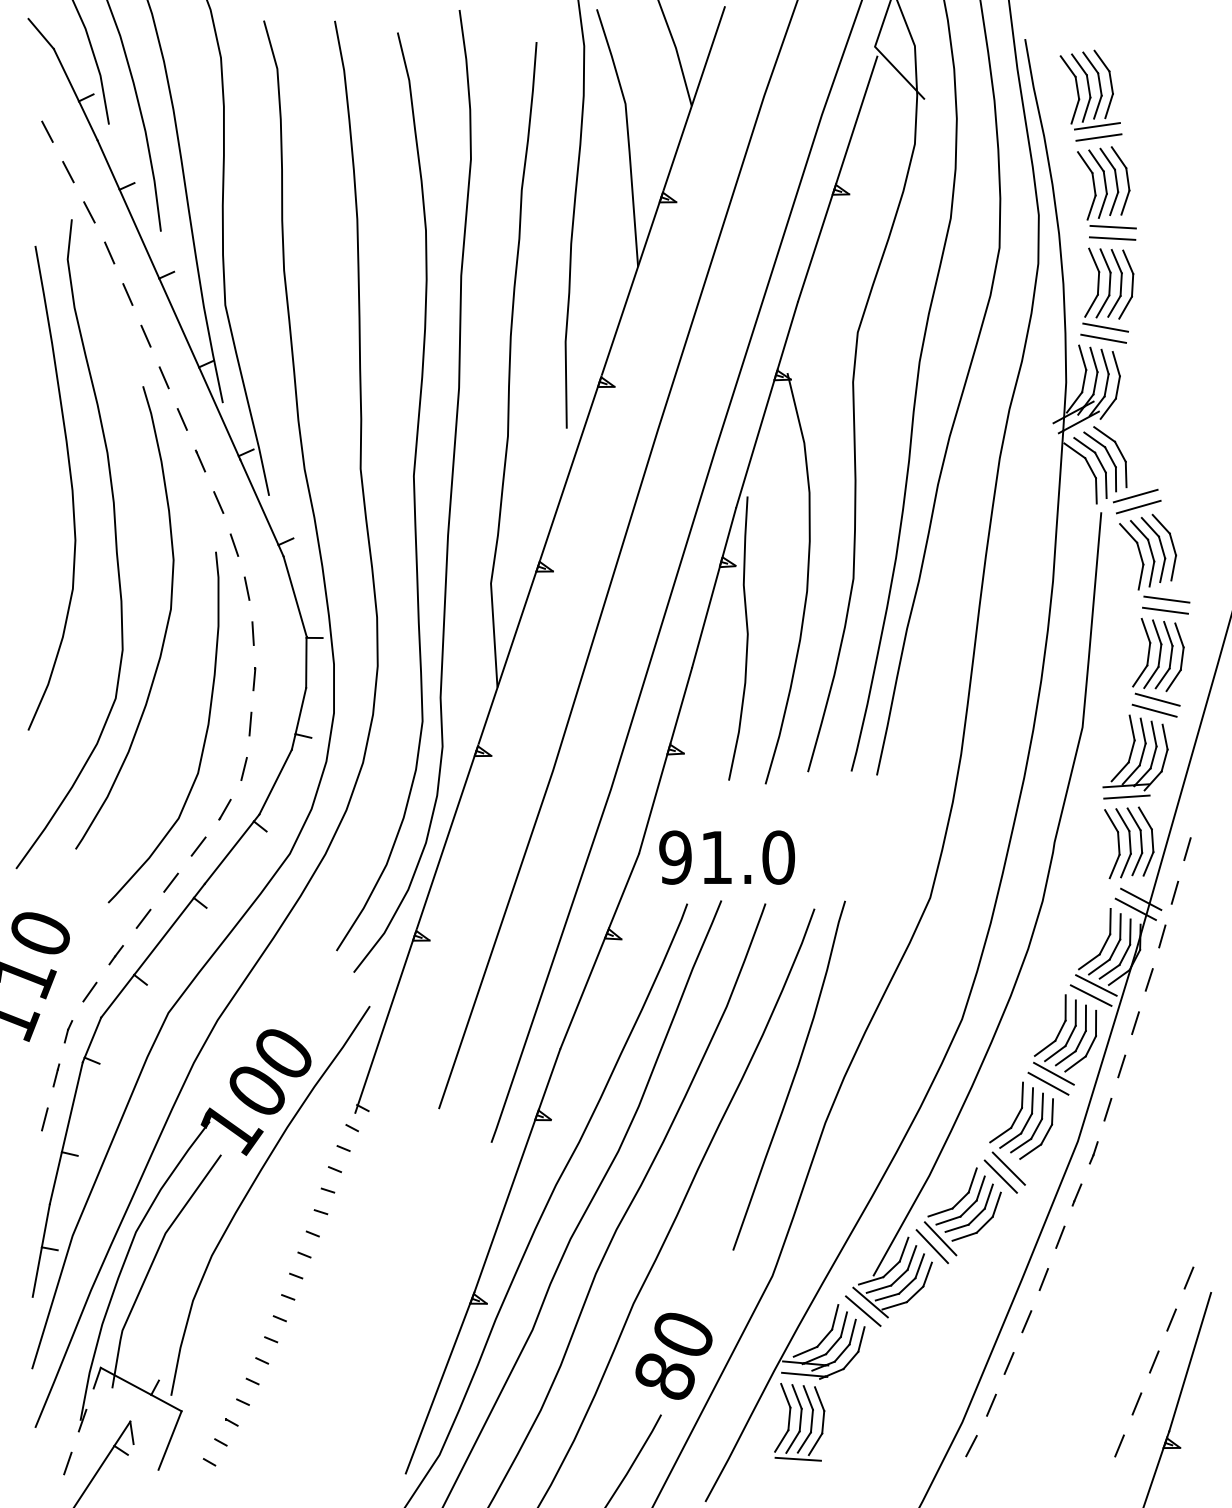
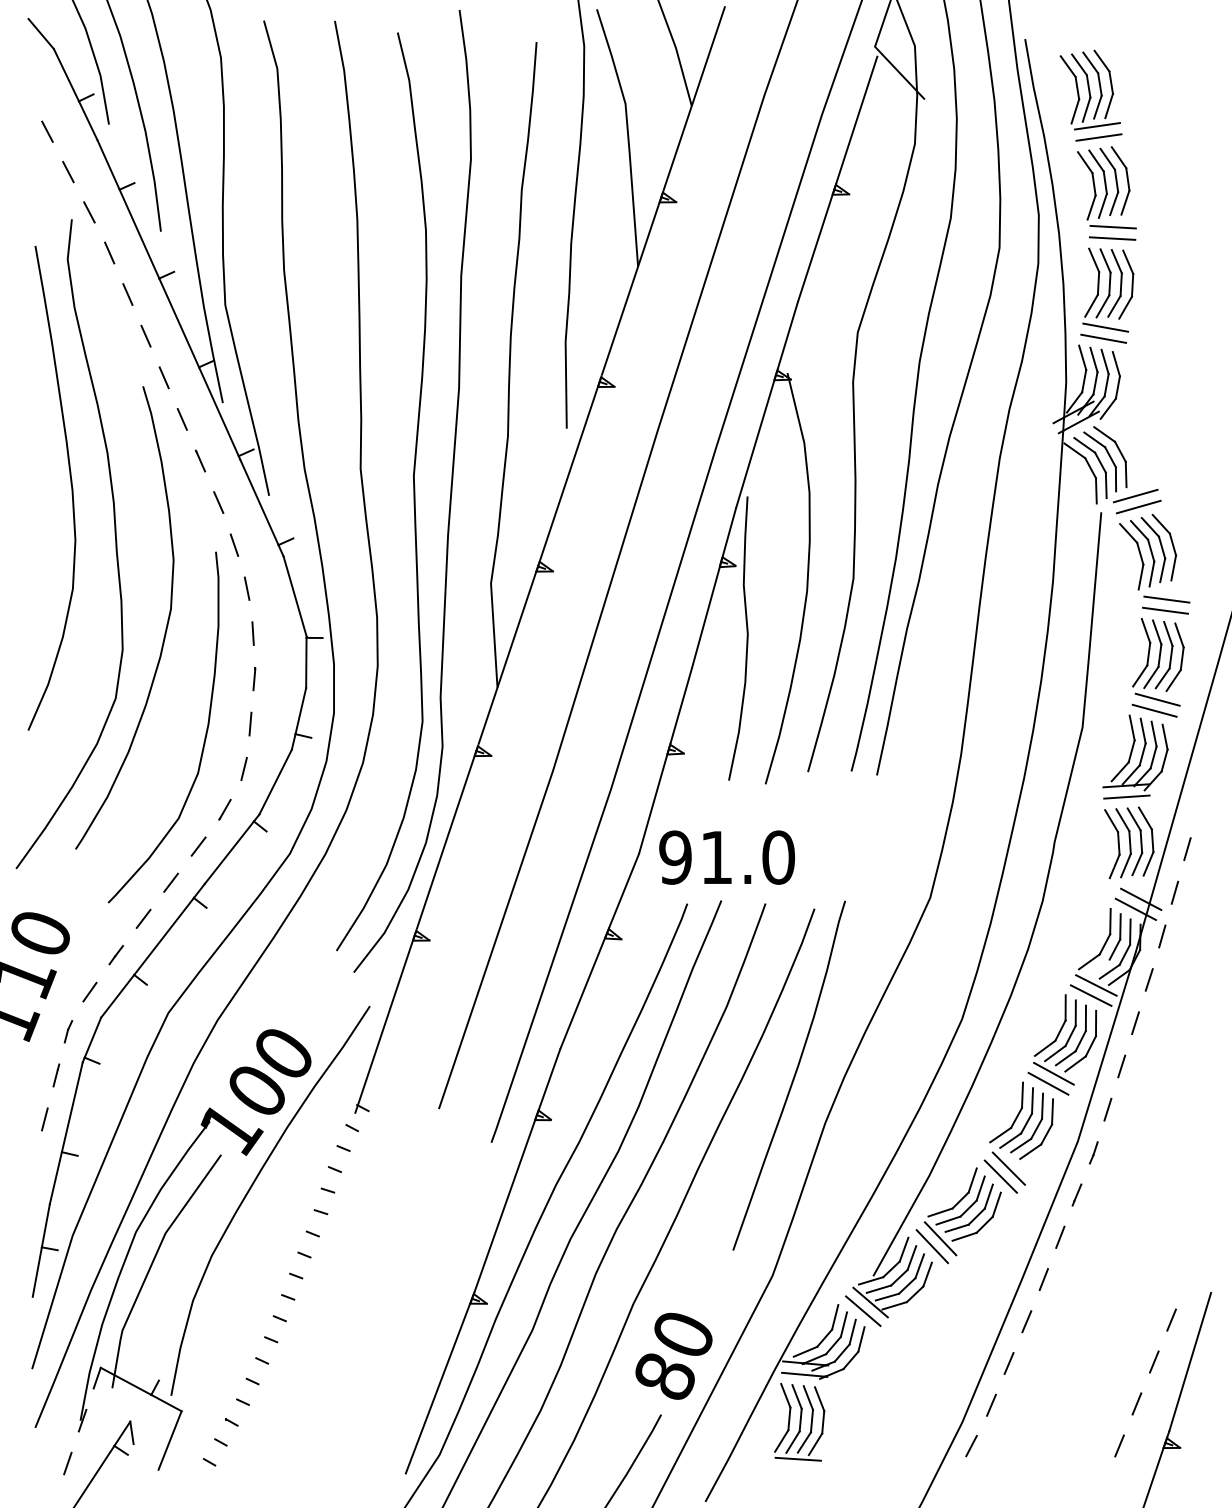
line at (1099, 966): present -> none
line at (1188, 1277): present -> none
